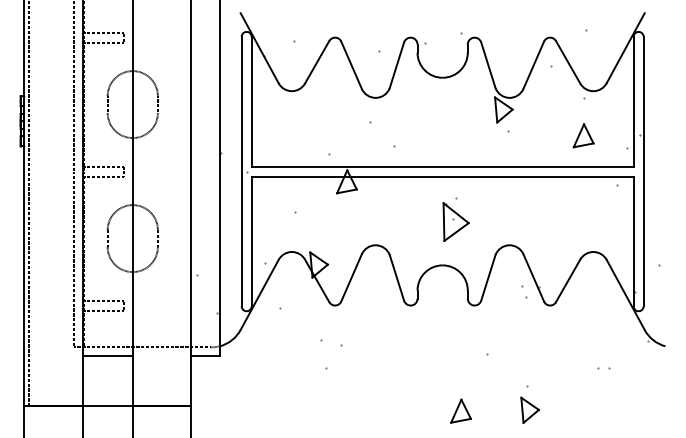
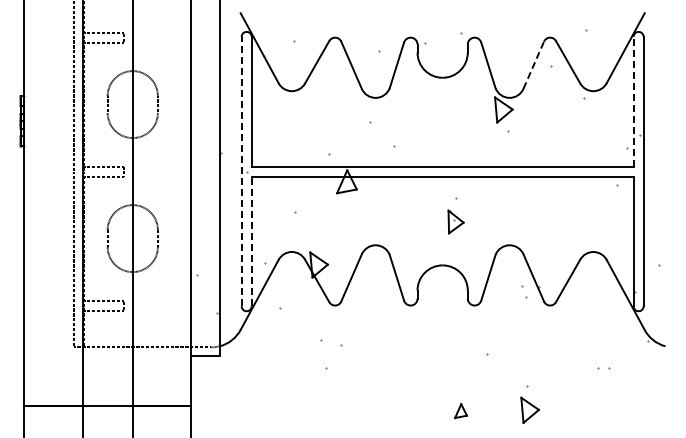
line at (533, 65): solid -> dashed
line at (633, 101): solid -> dashed
part at (583, 135): present -> none
line at (241, 171): solid -> dashed
line at (28, 204): present -> none
part at (455, 221) size: 28x40 px -> 18x26 px
line at (251, 241): solid -> dashed
line at (107, 355): present -> none
part at (460, 410) size: 22x26 px -> 14x16 px
